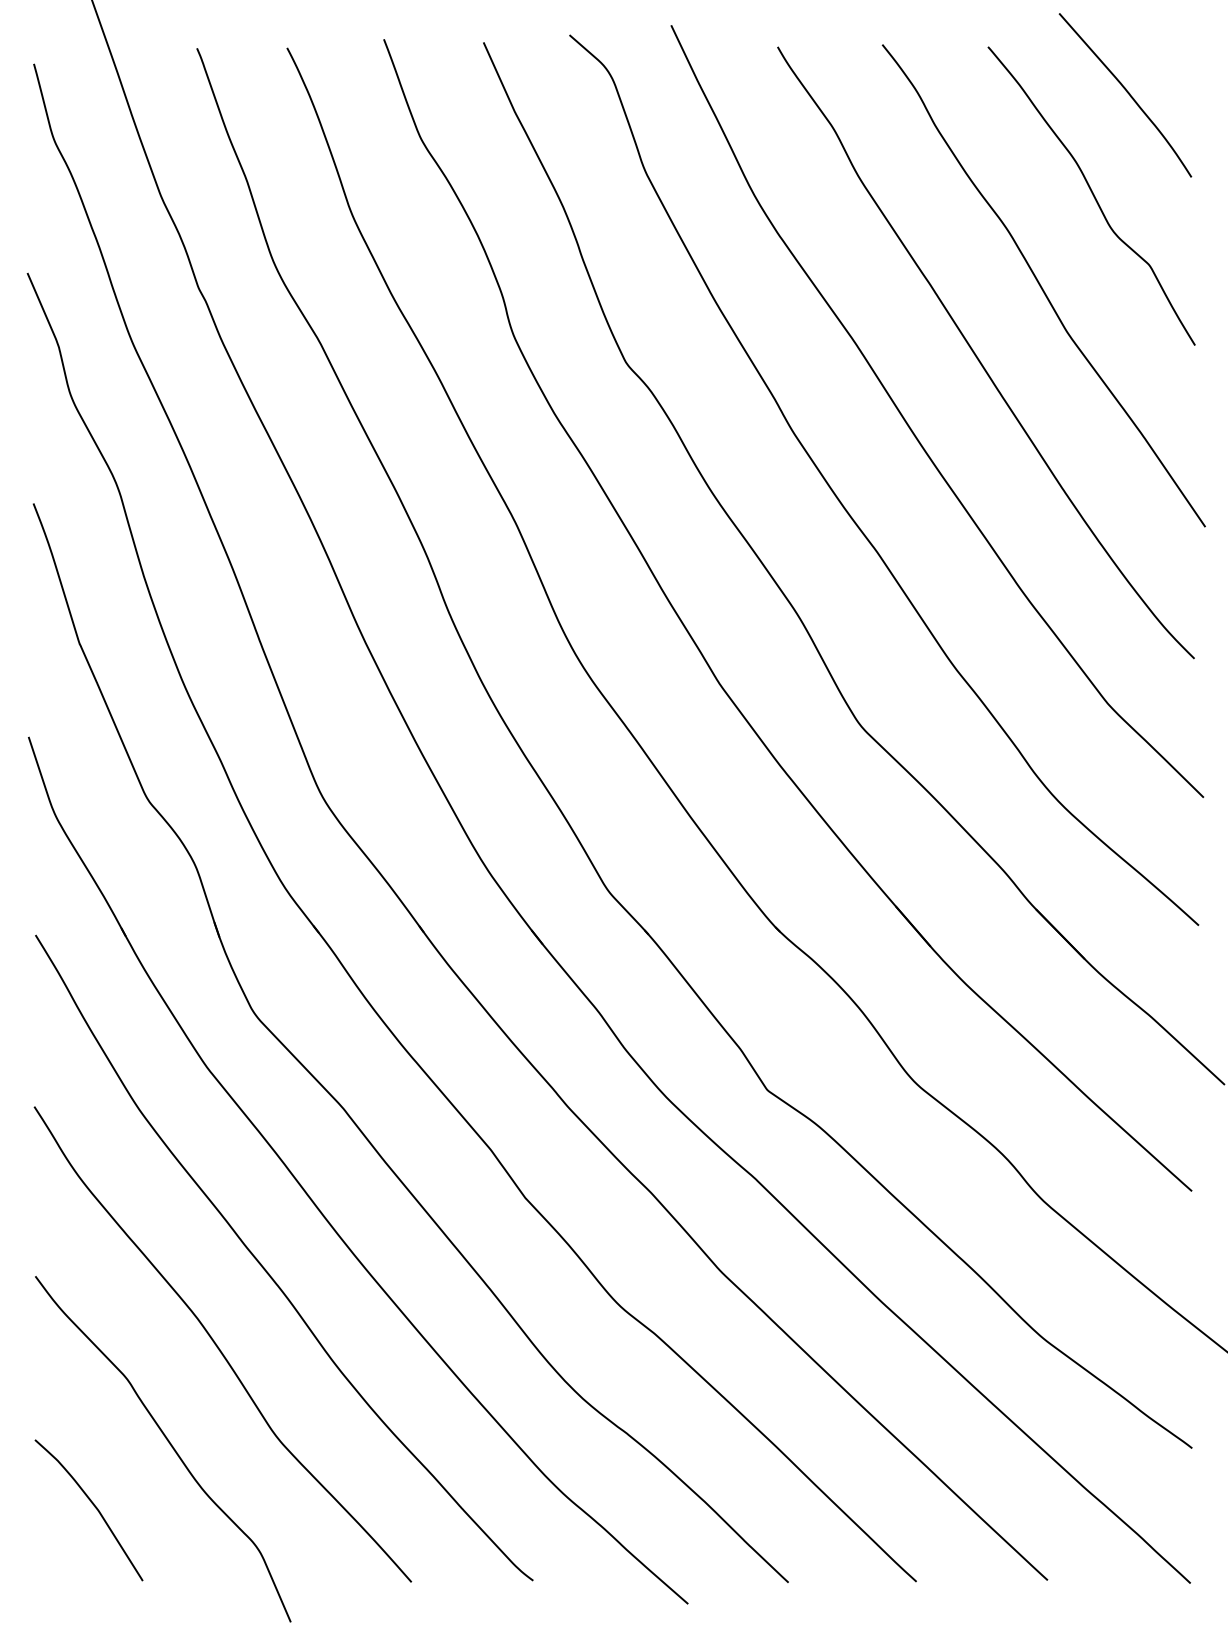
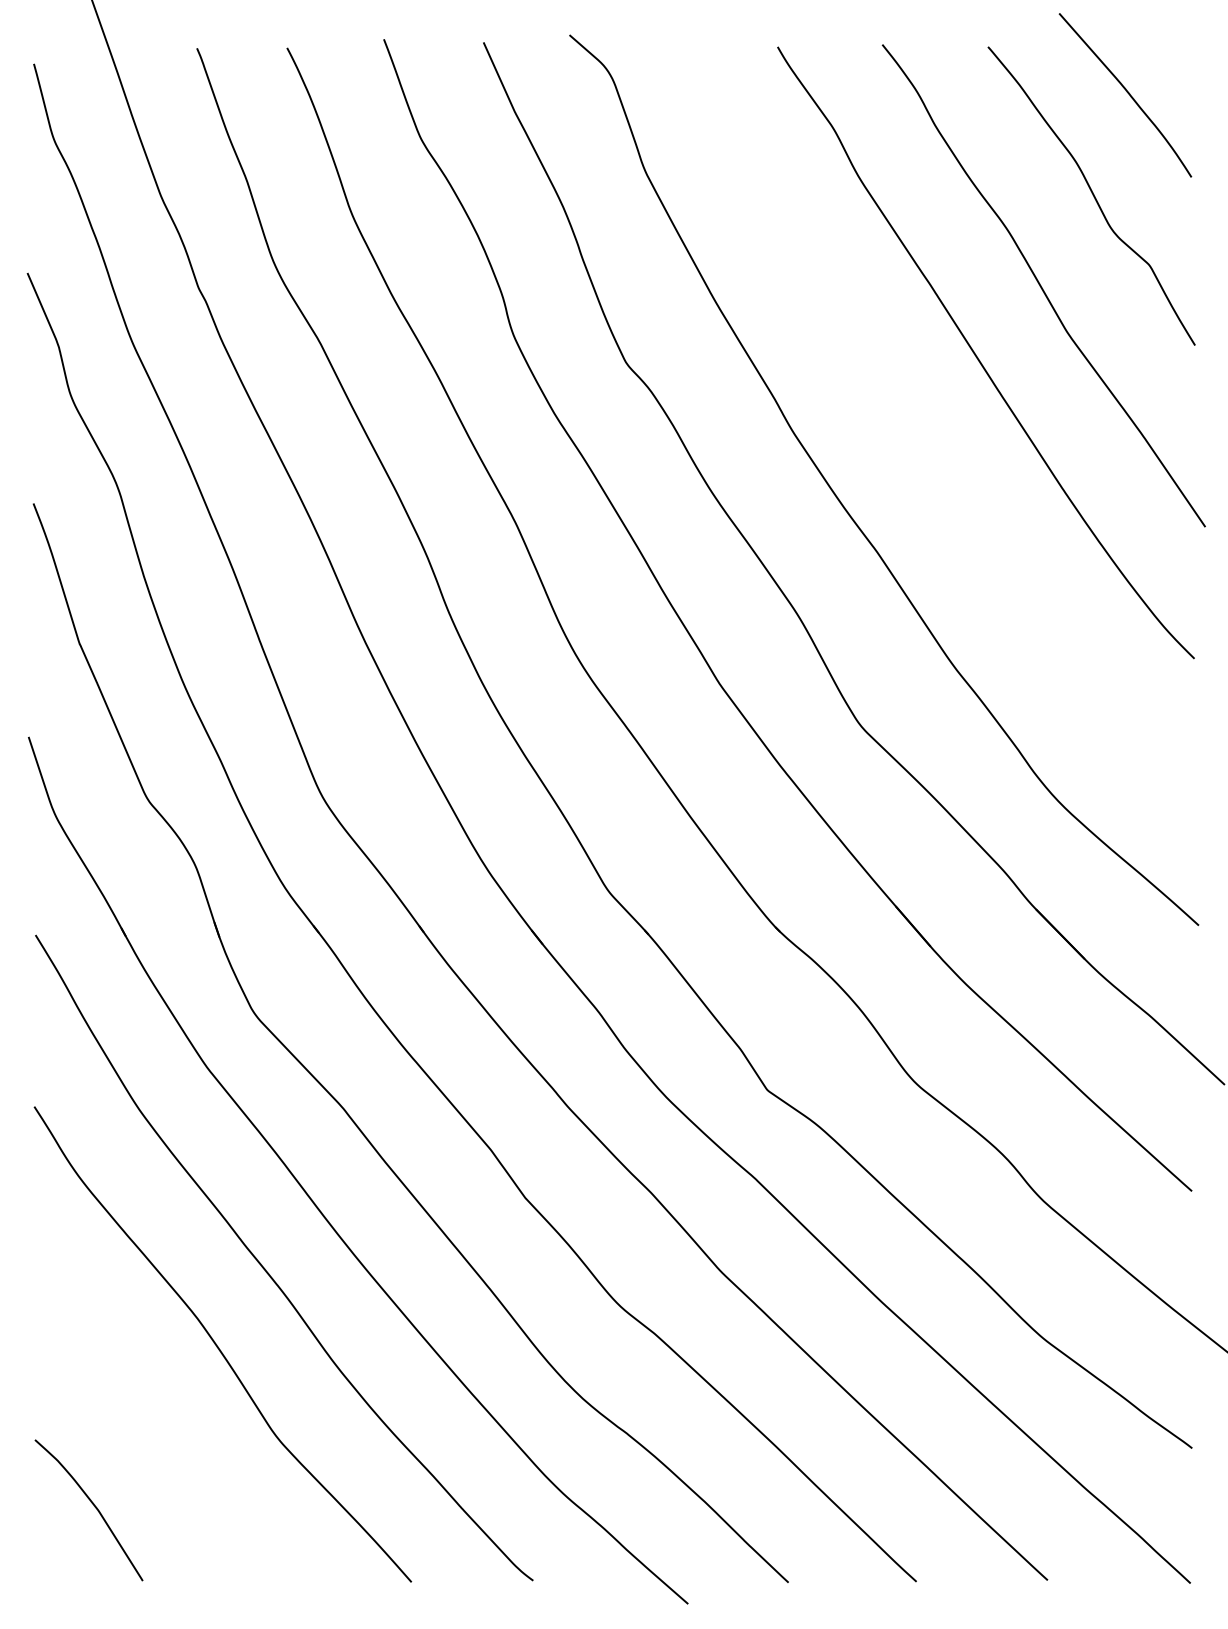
curve at (911, 428): present -> none
curve at (169, 1444): present -> none
